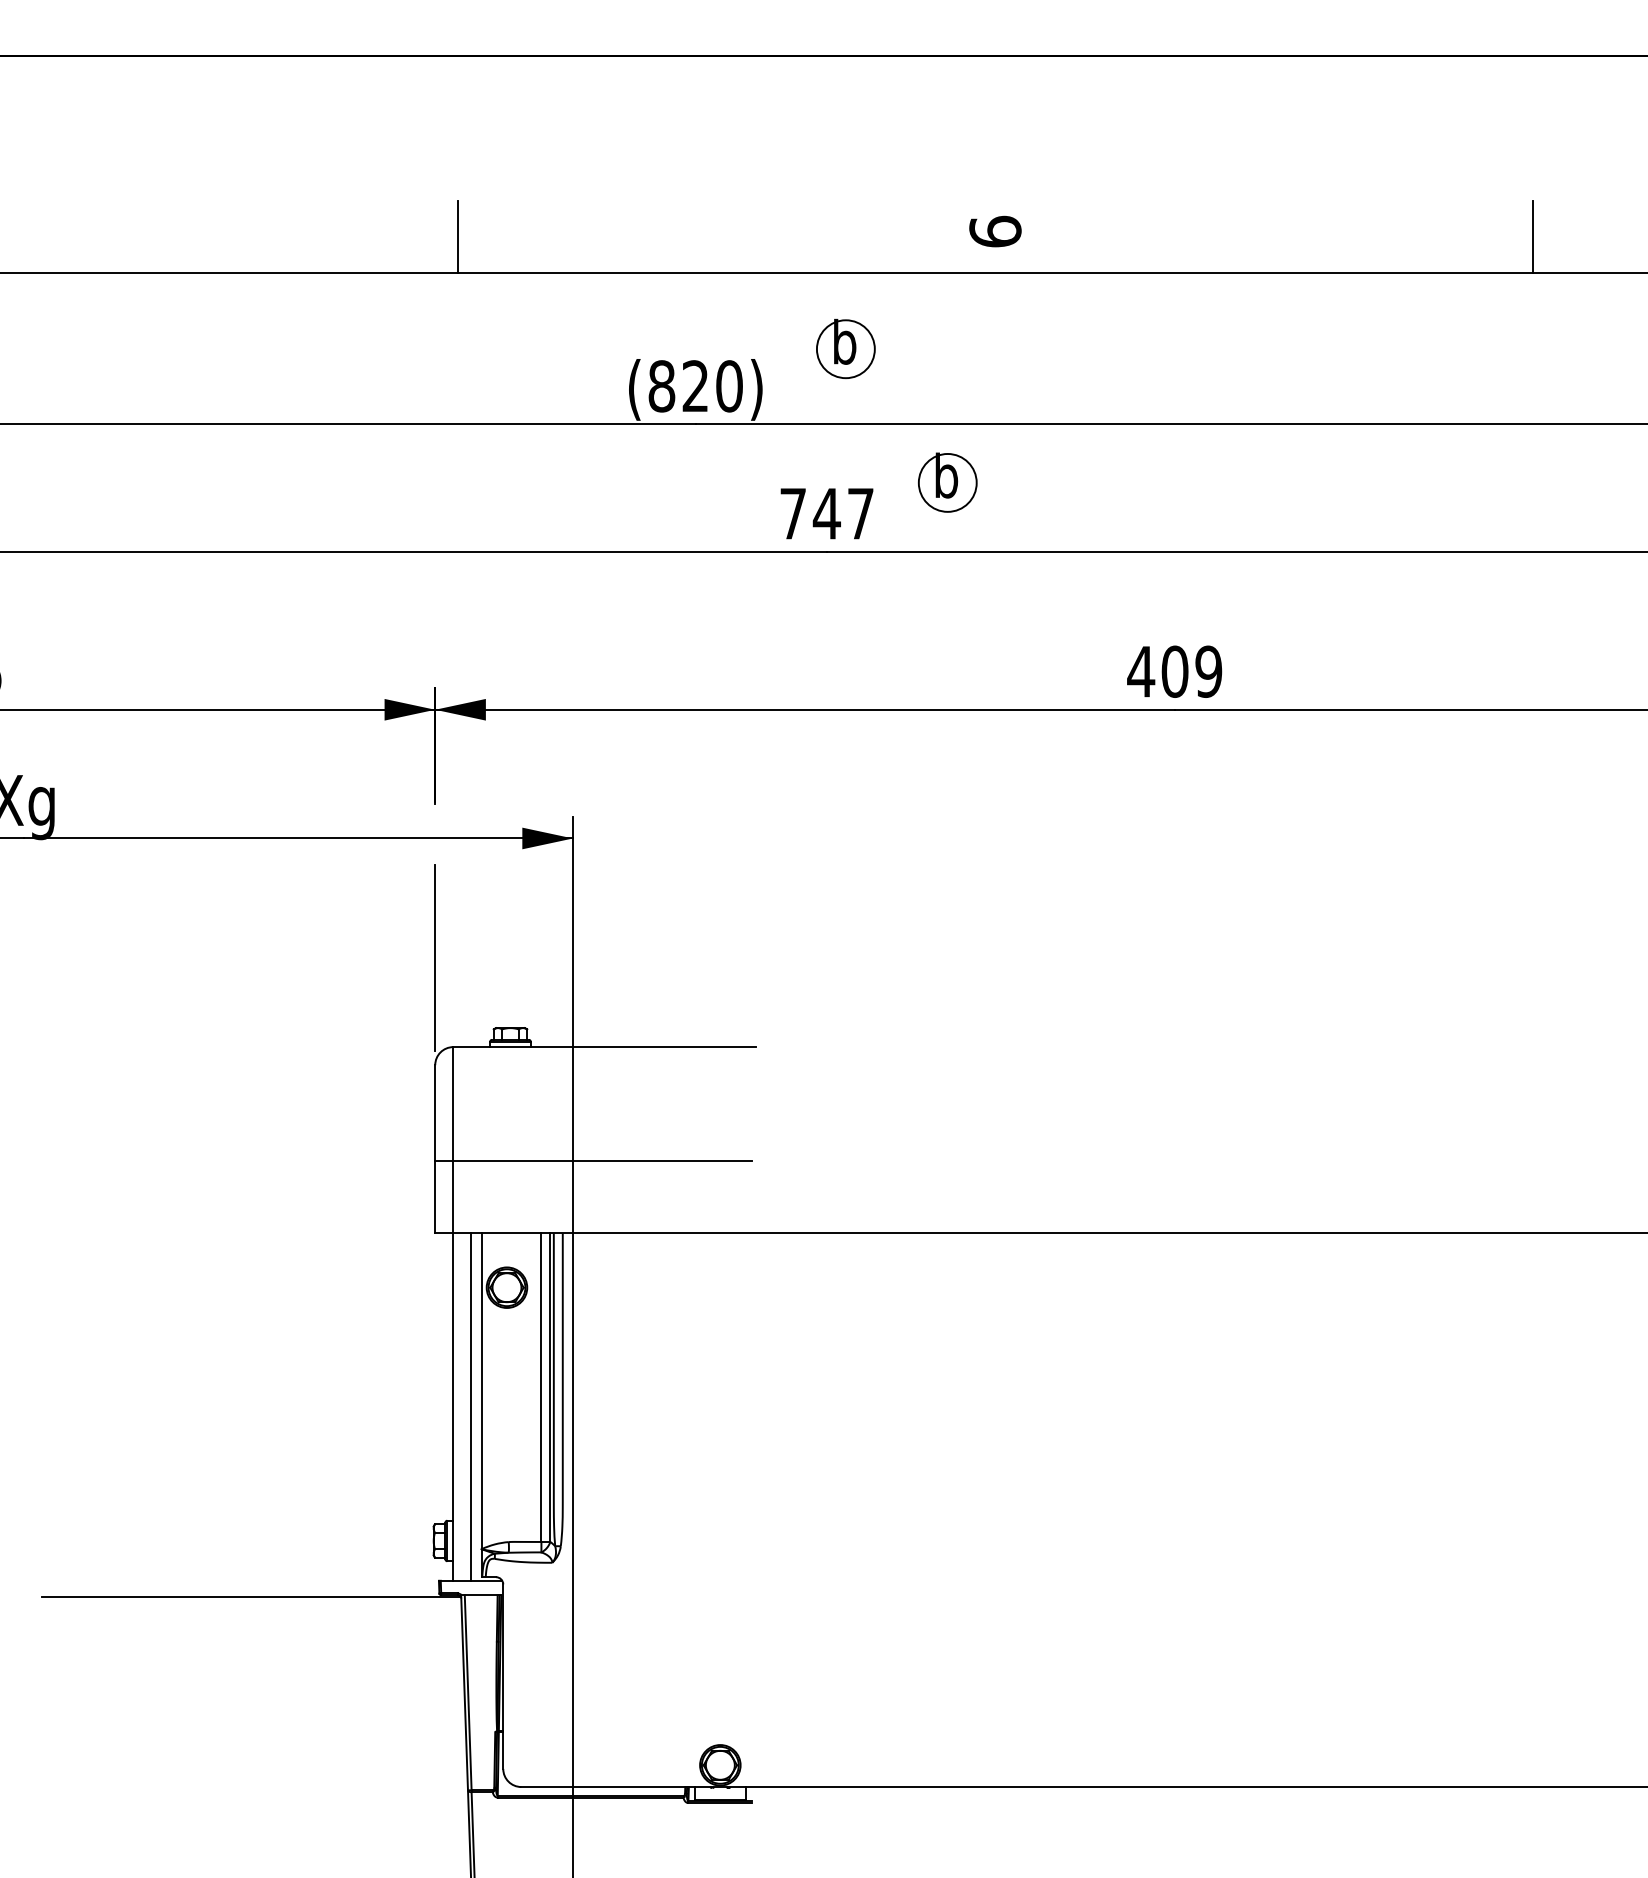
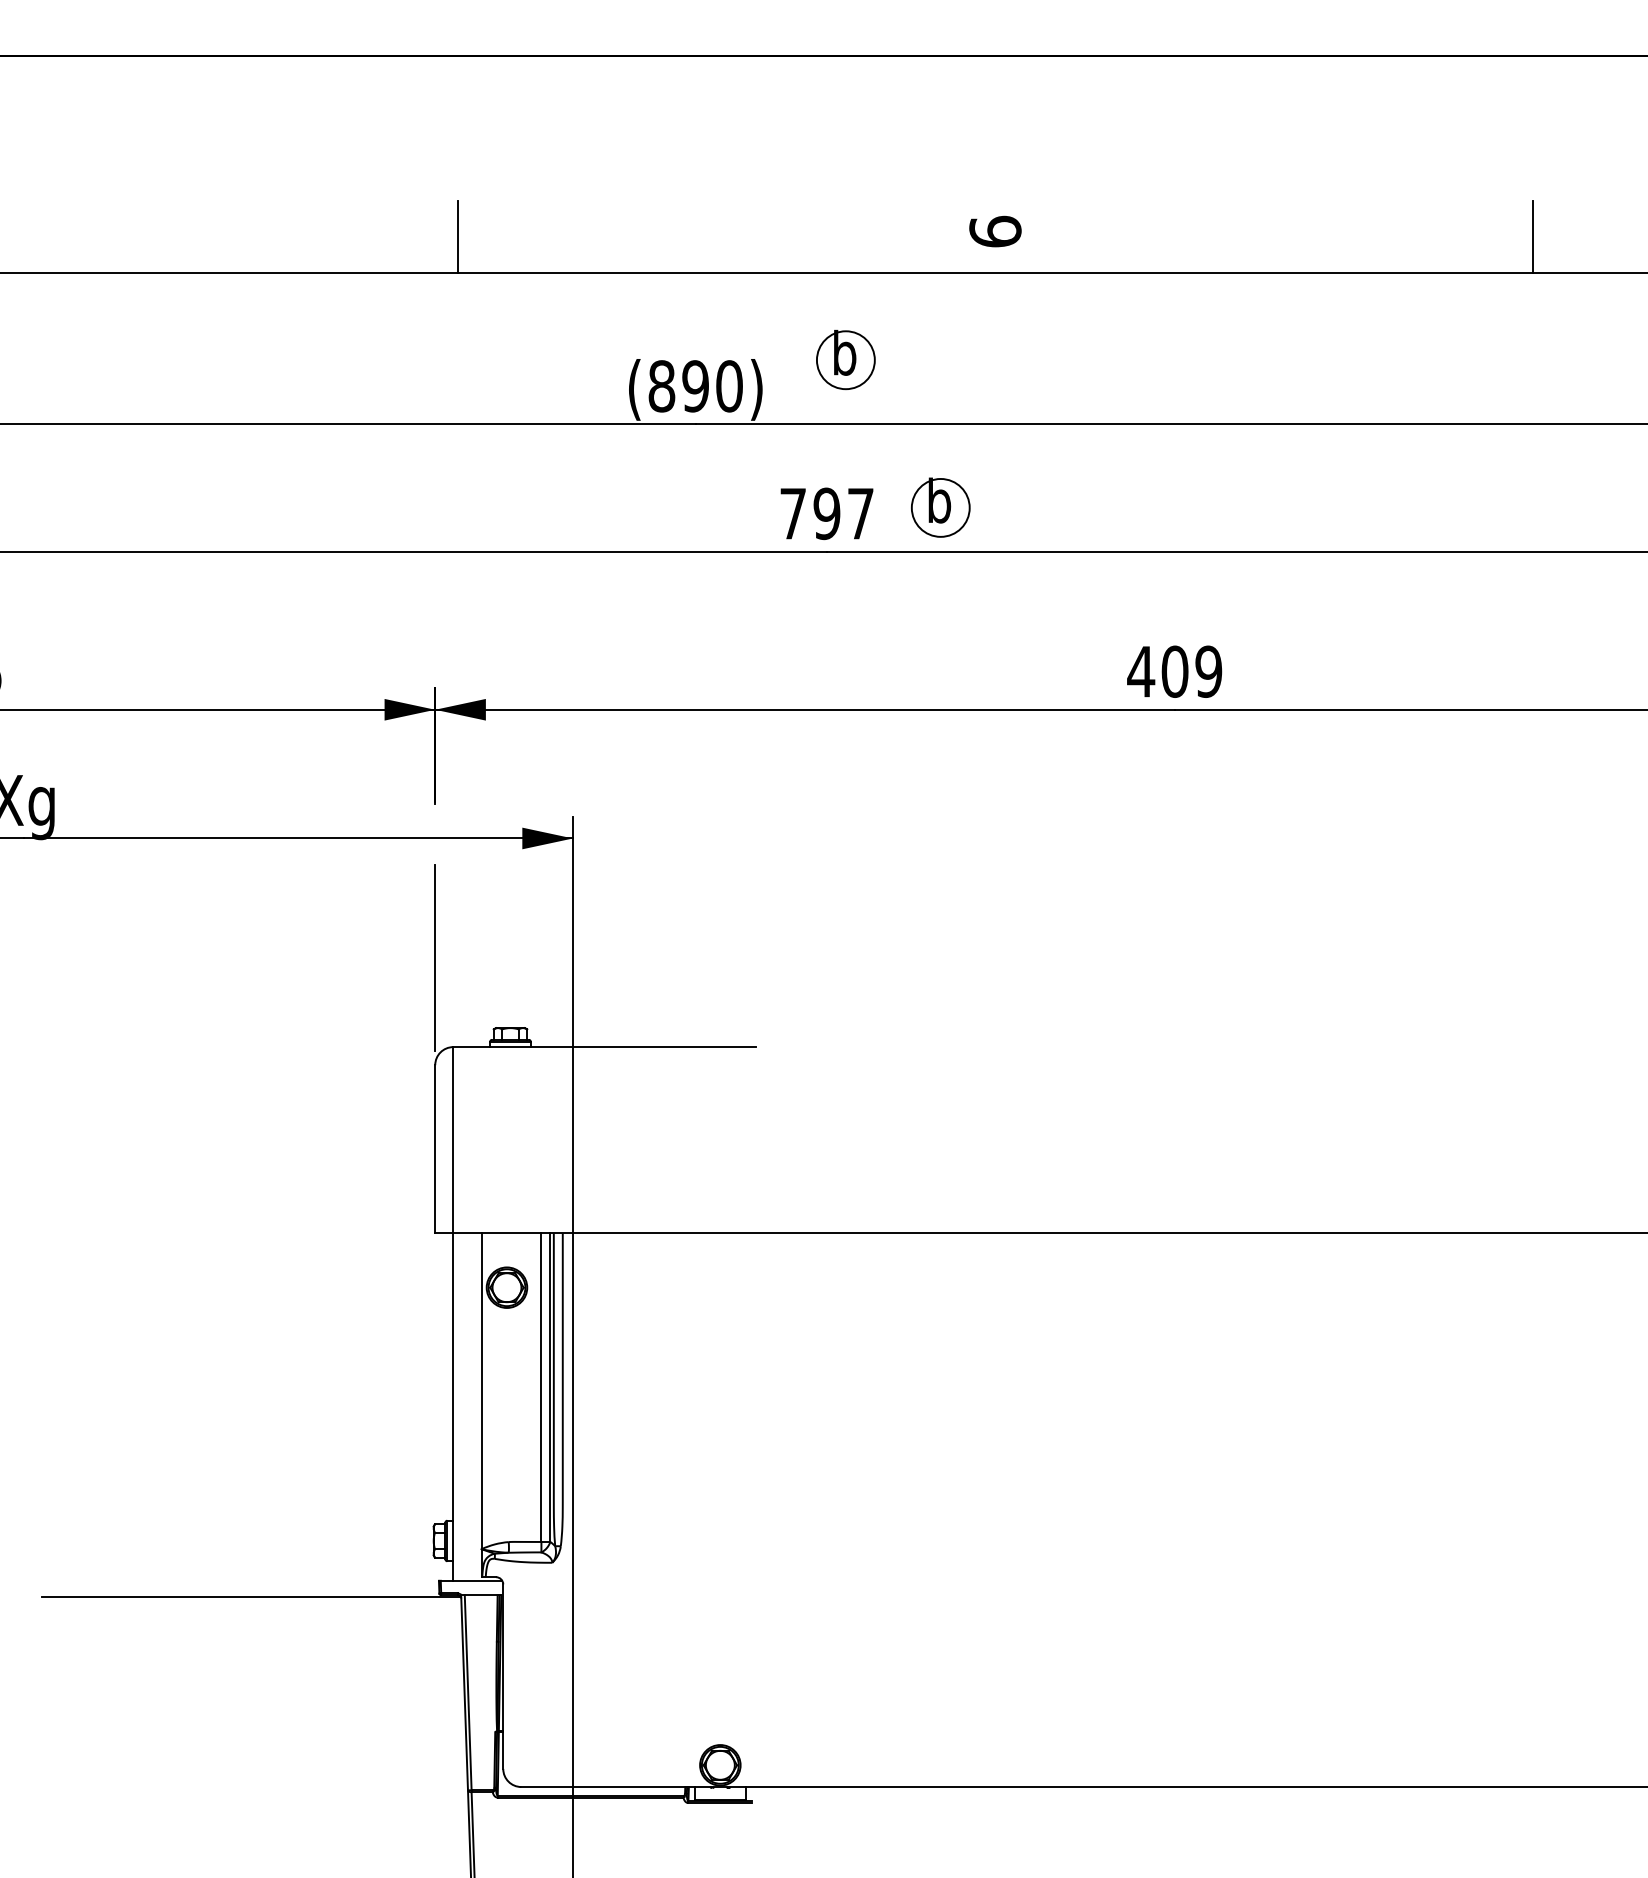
part at (845, 349) position: (845, 349) -> (845, 360)
text at (695, 386): (820) -> (890)
part at (947, 482) position: (947, 482) -> (940, 507)
text at (826, 513): 747 -> 797
line at (593, 1161): present -> none
line at (470, 1406): present -> none
